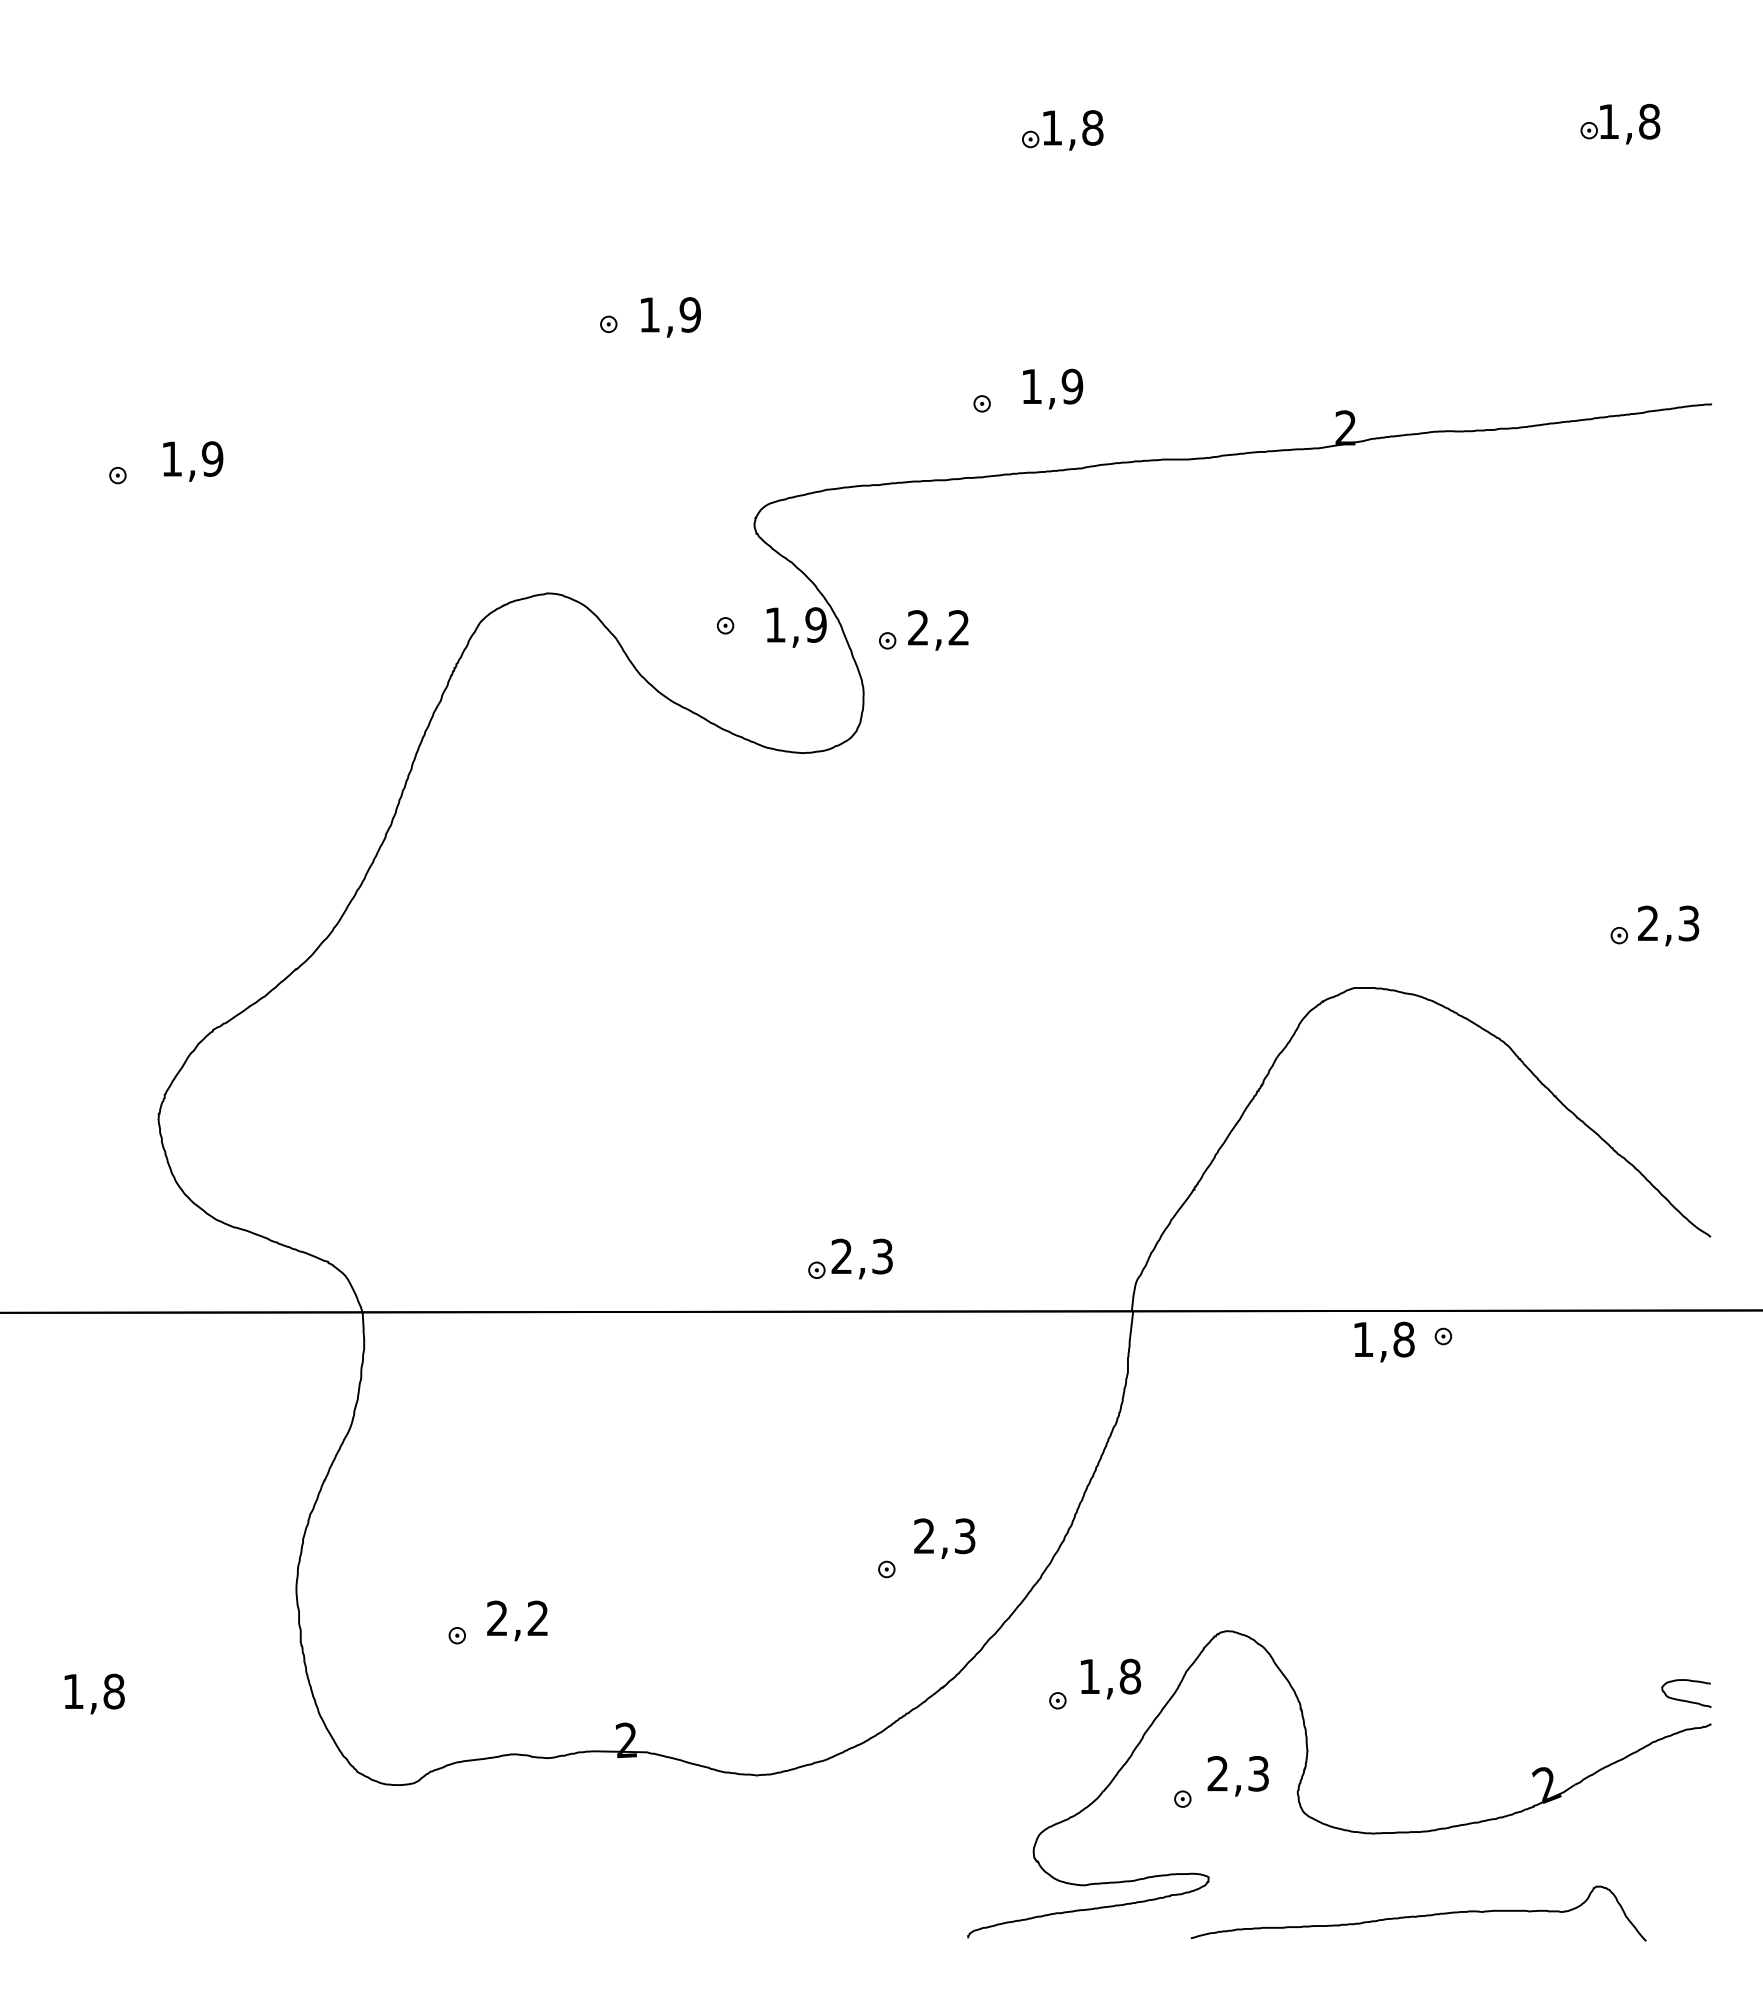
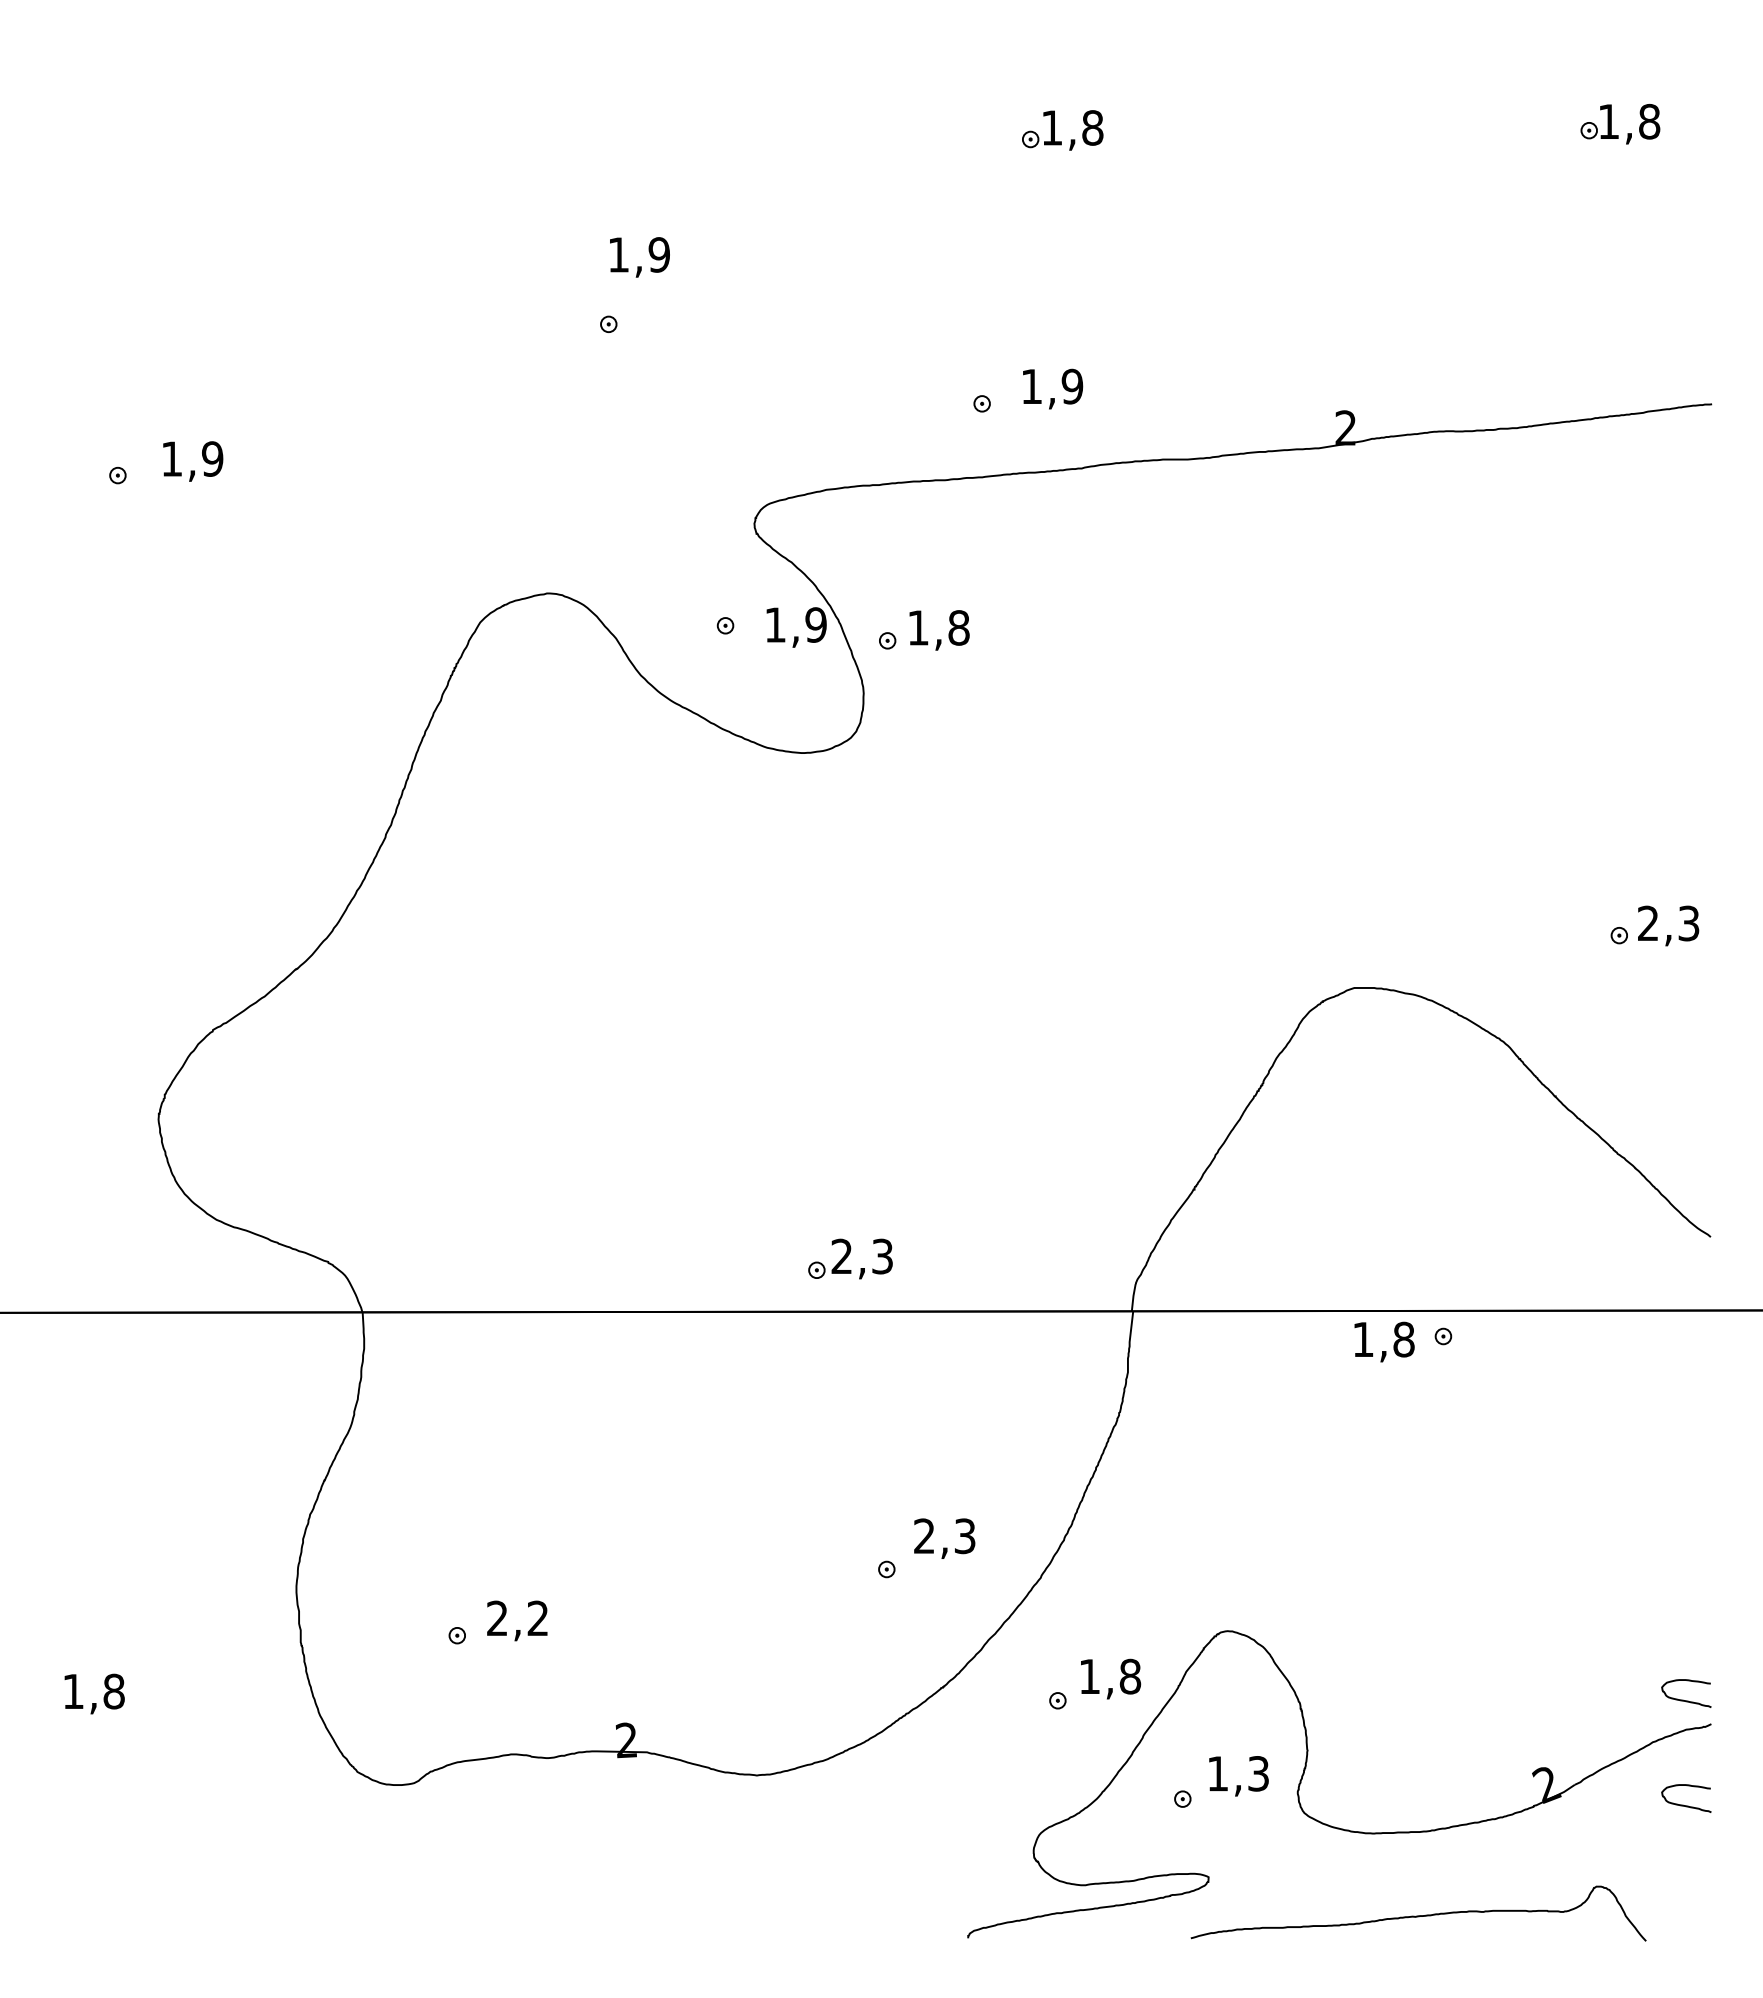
text at (670, 317) position: (670, 317) -> (639, 257)
text at (938, 627): 2,2 -> 1,8
text at (1217, 1773): 2,3 -> 1,3
curve at (1683, 1804): none -> present
